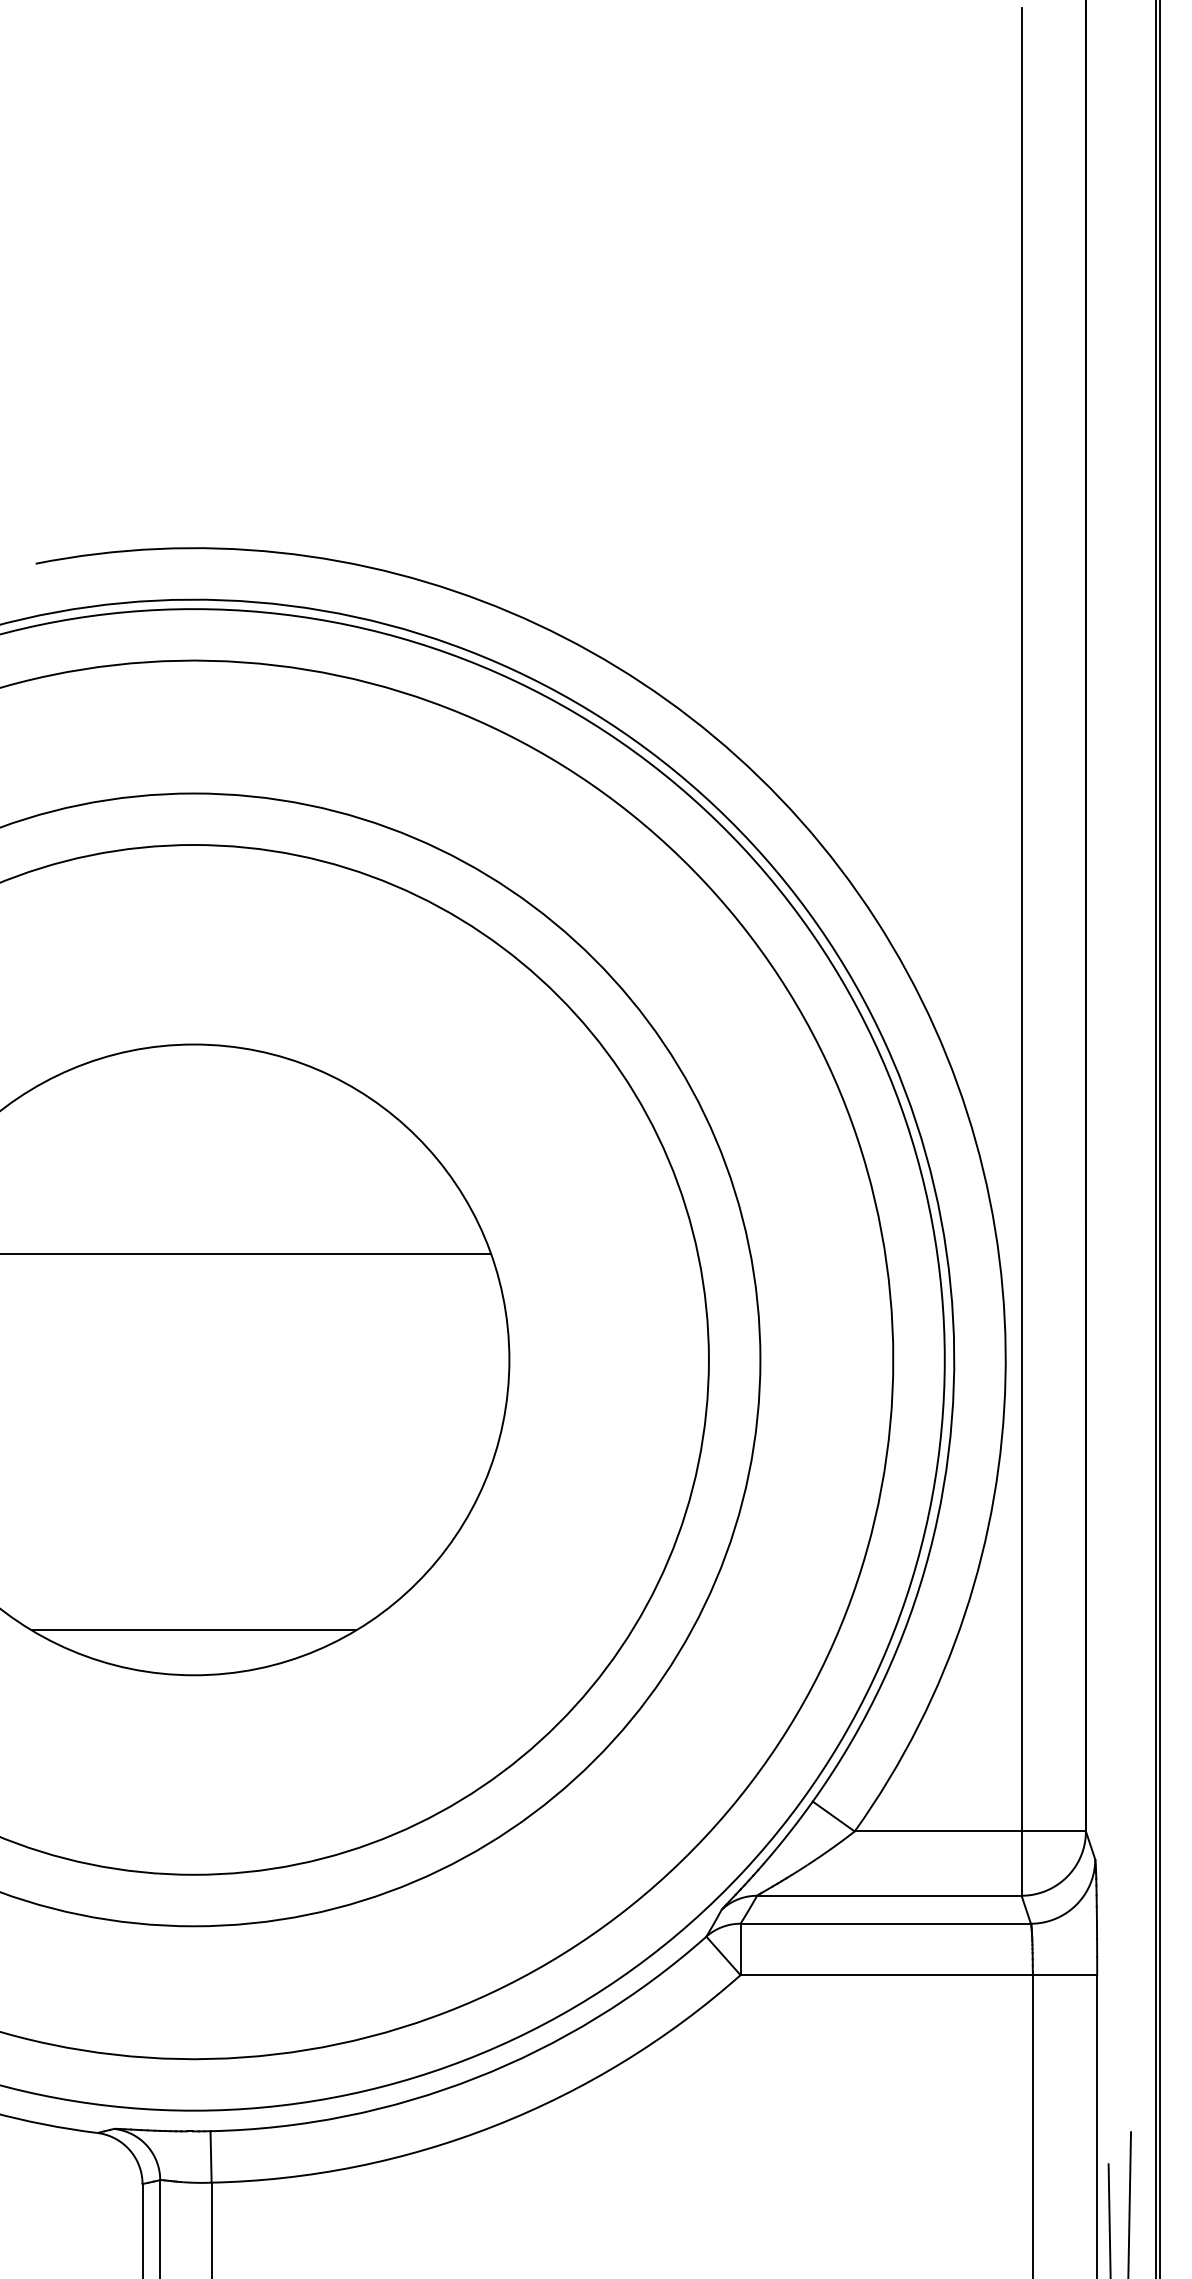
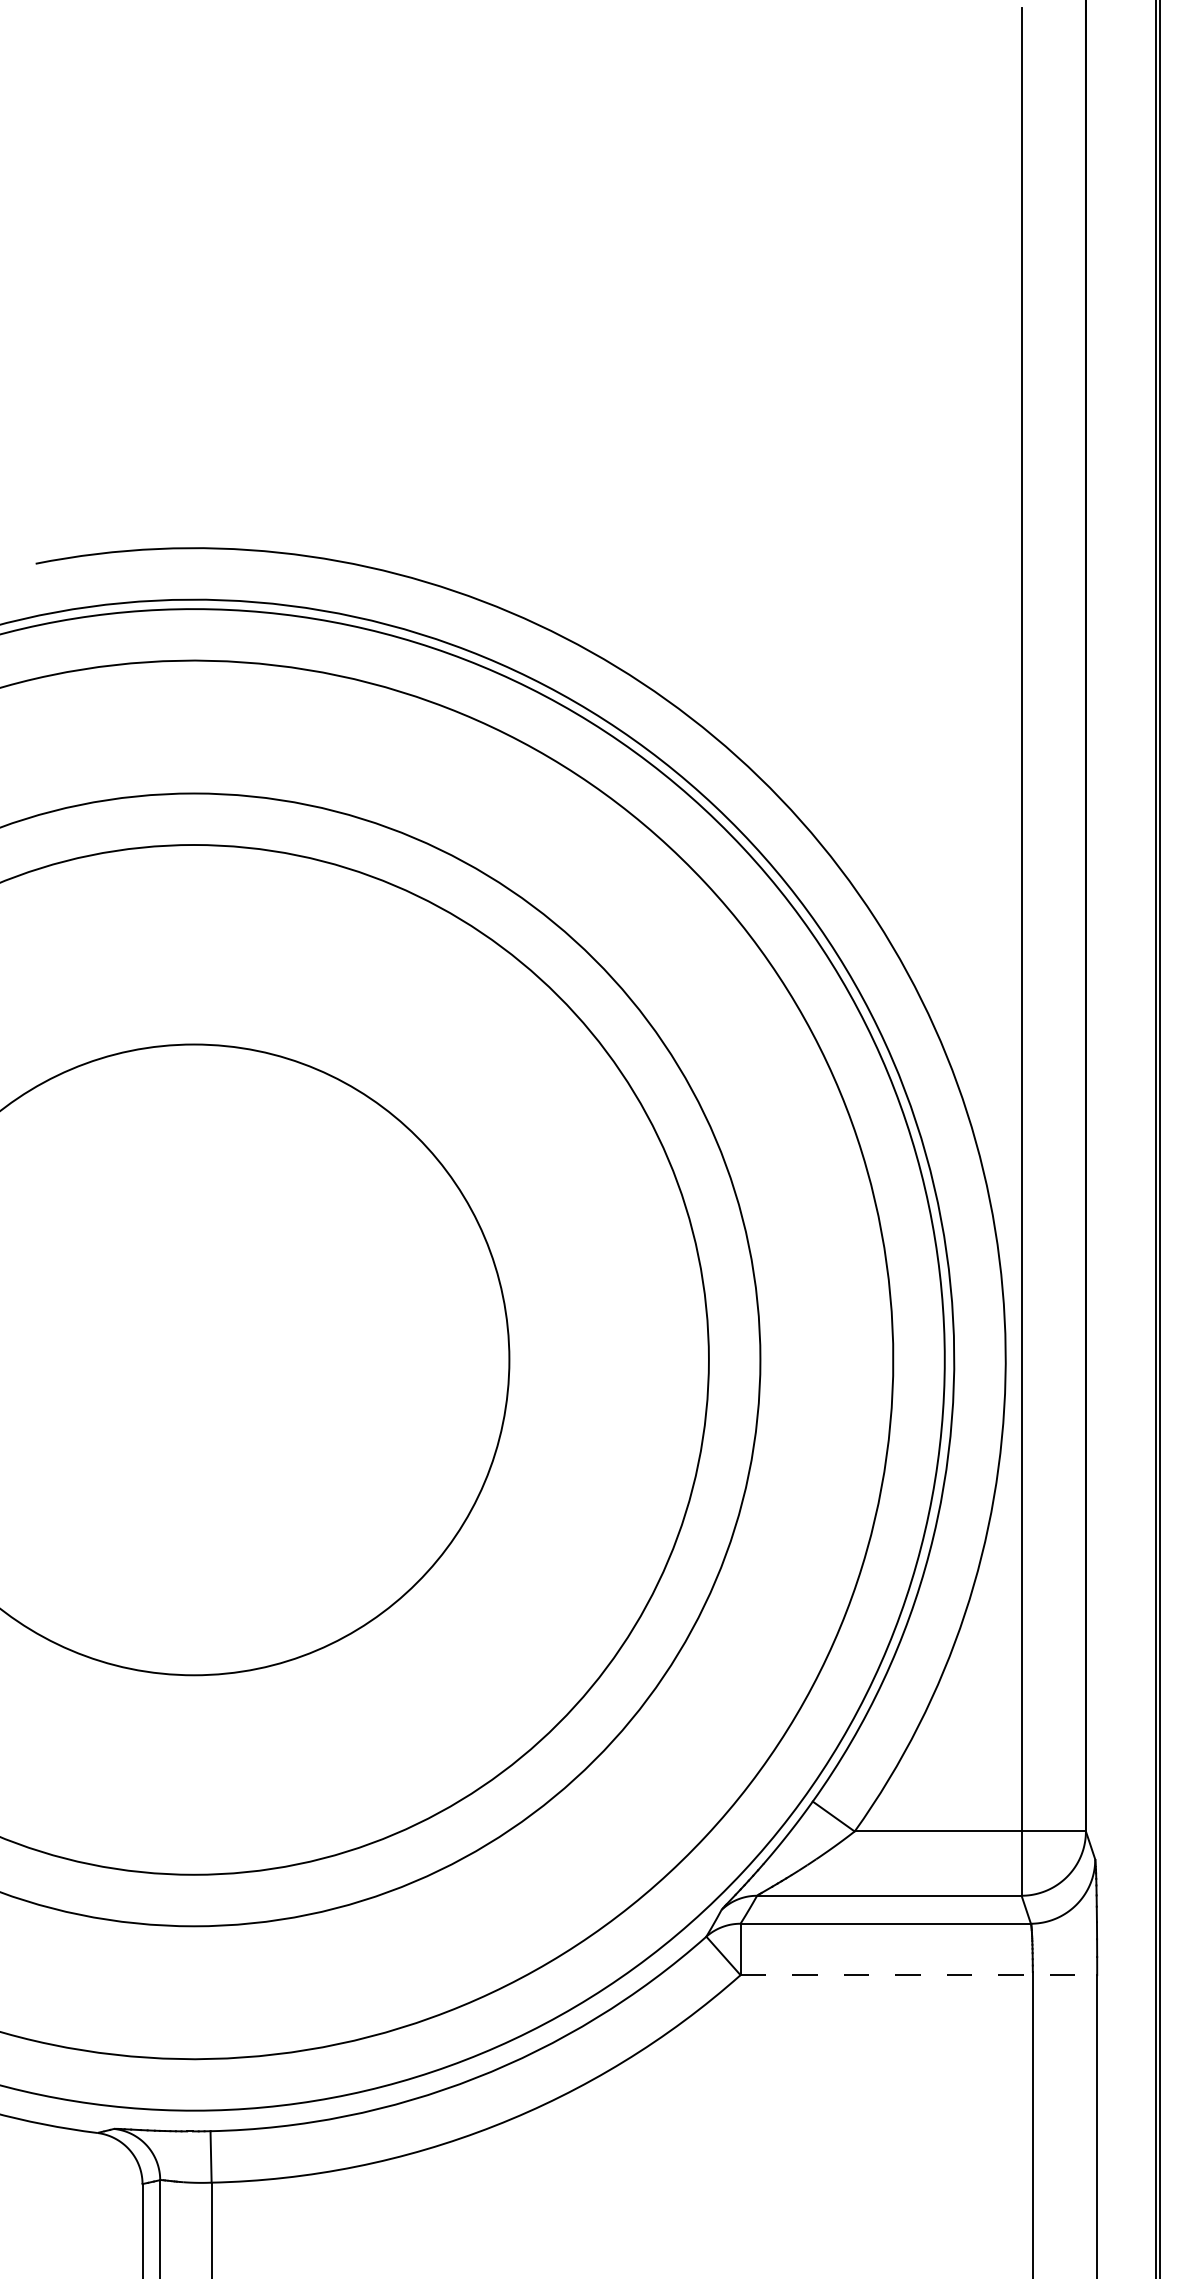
line at (246, 1254): present -> none
line at (194, 1630): present -> none
line at (919, 1975): solid -> dashed
line at (1129, 2203): present -> none
line at (1109, 2219): present -> none
